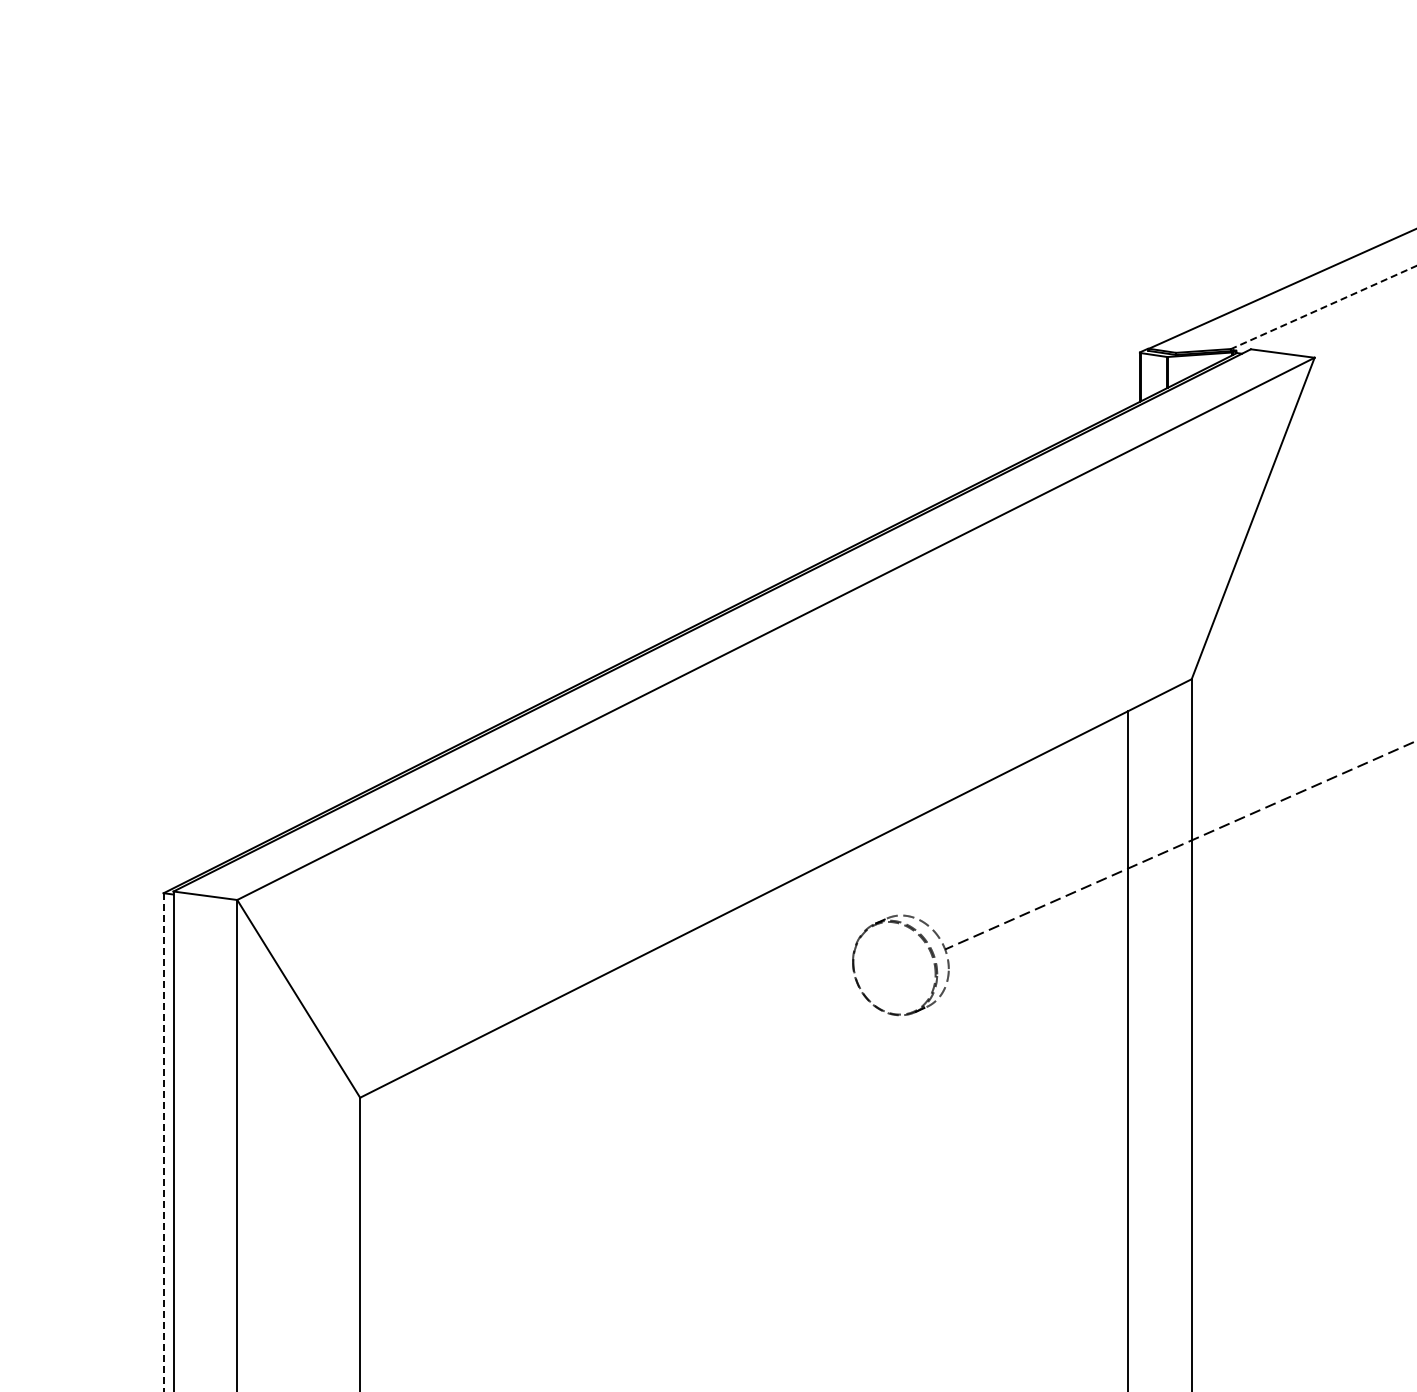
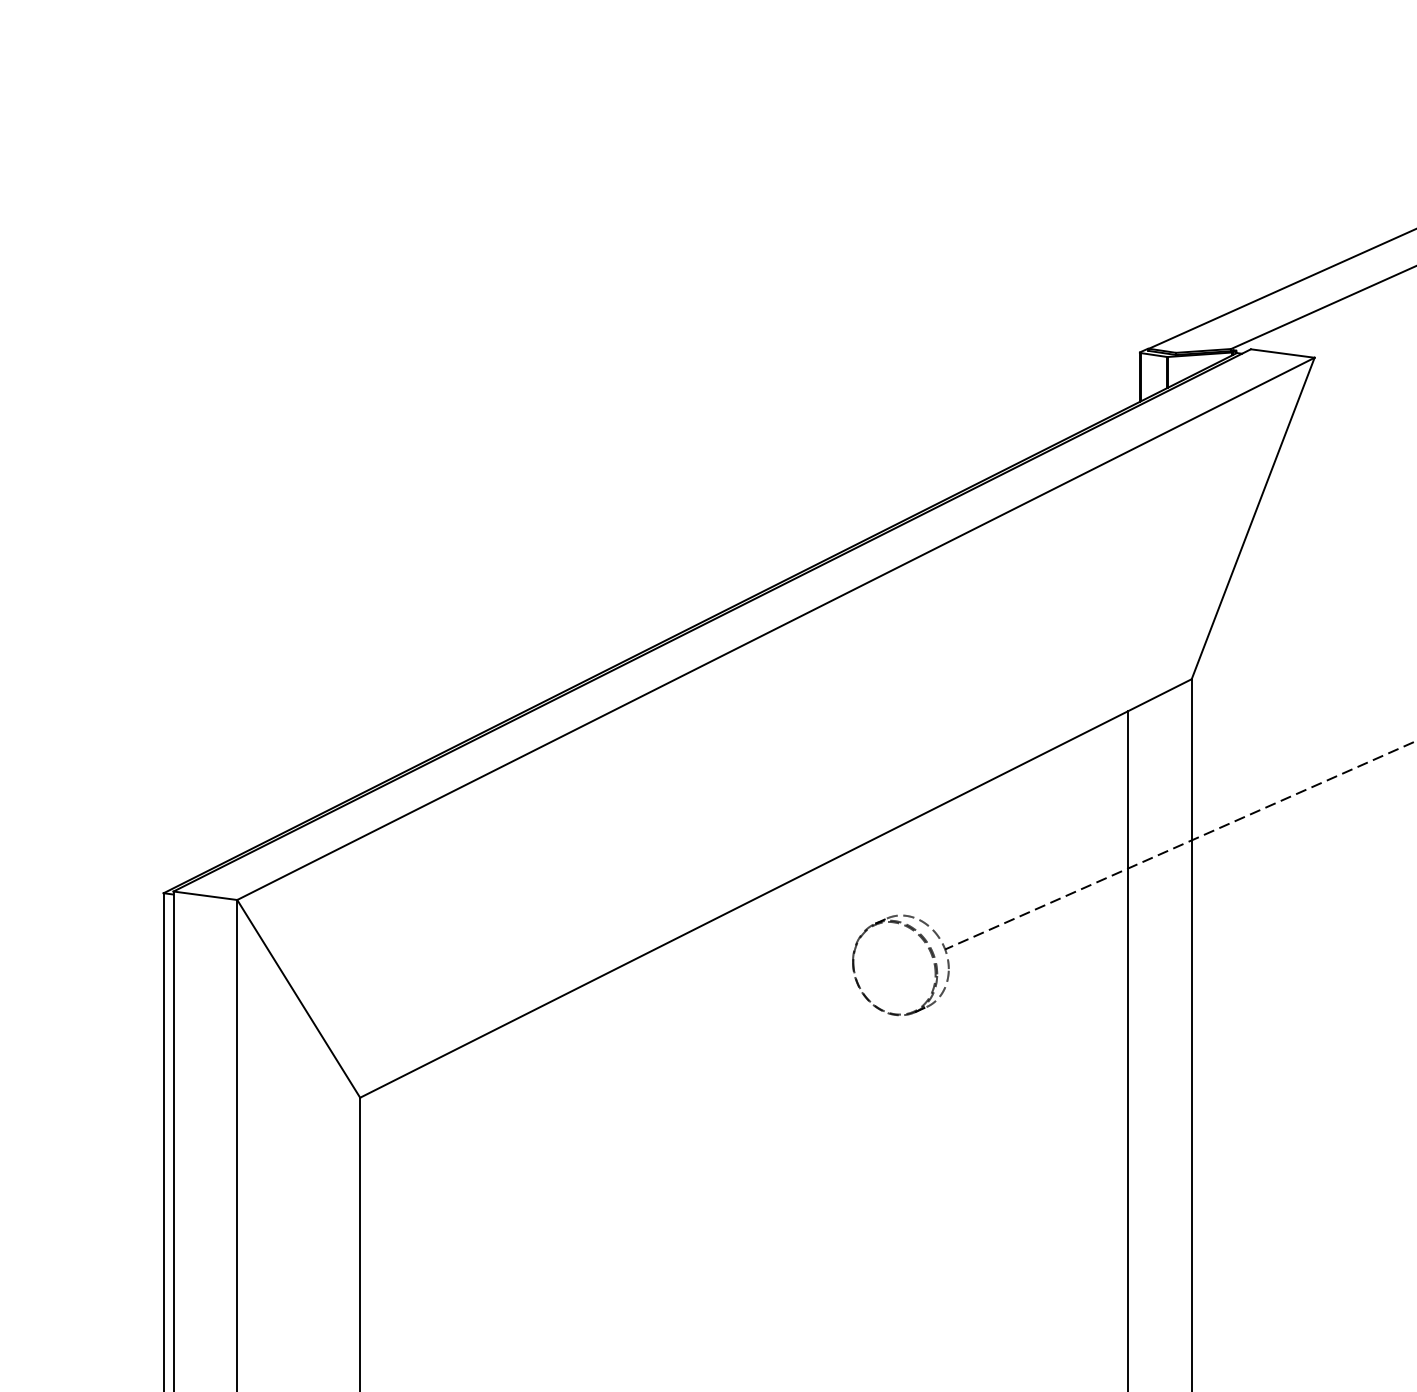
line at (1323, 307): dashed -> solid
line at (163, 1142): dashed -> solid
